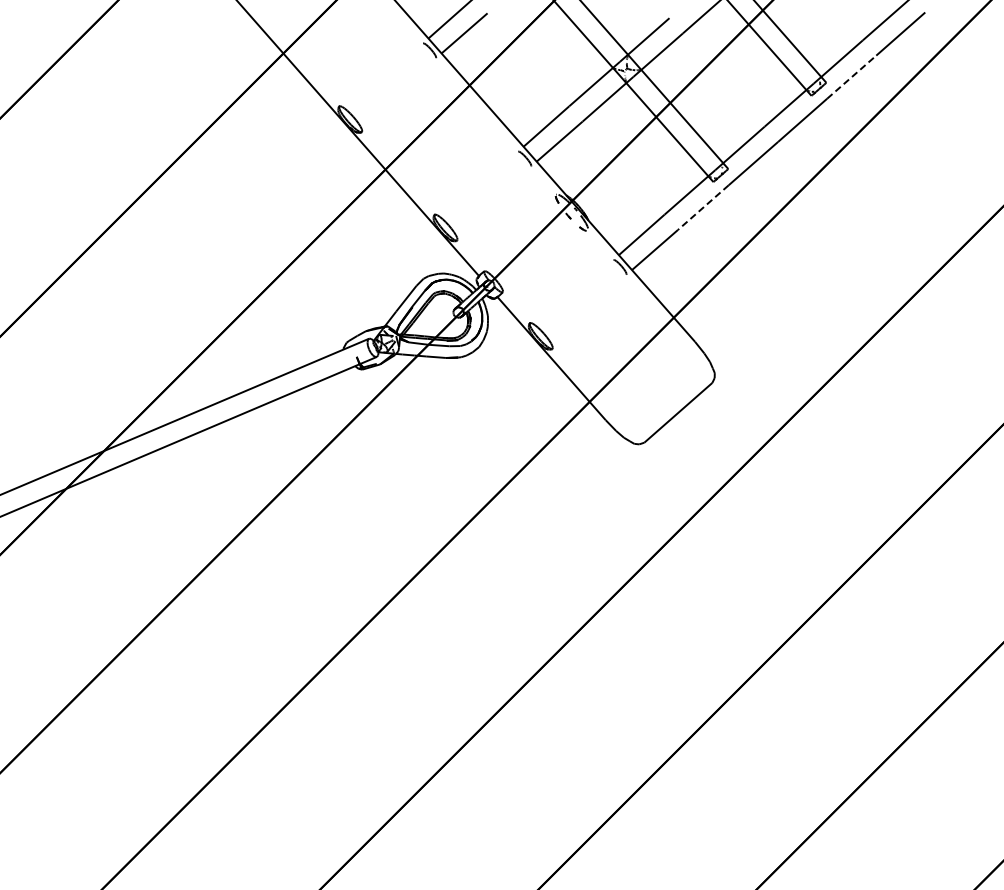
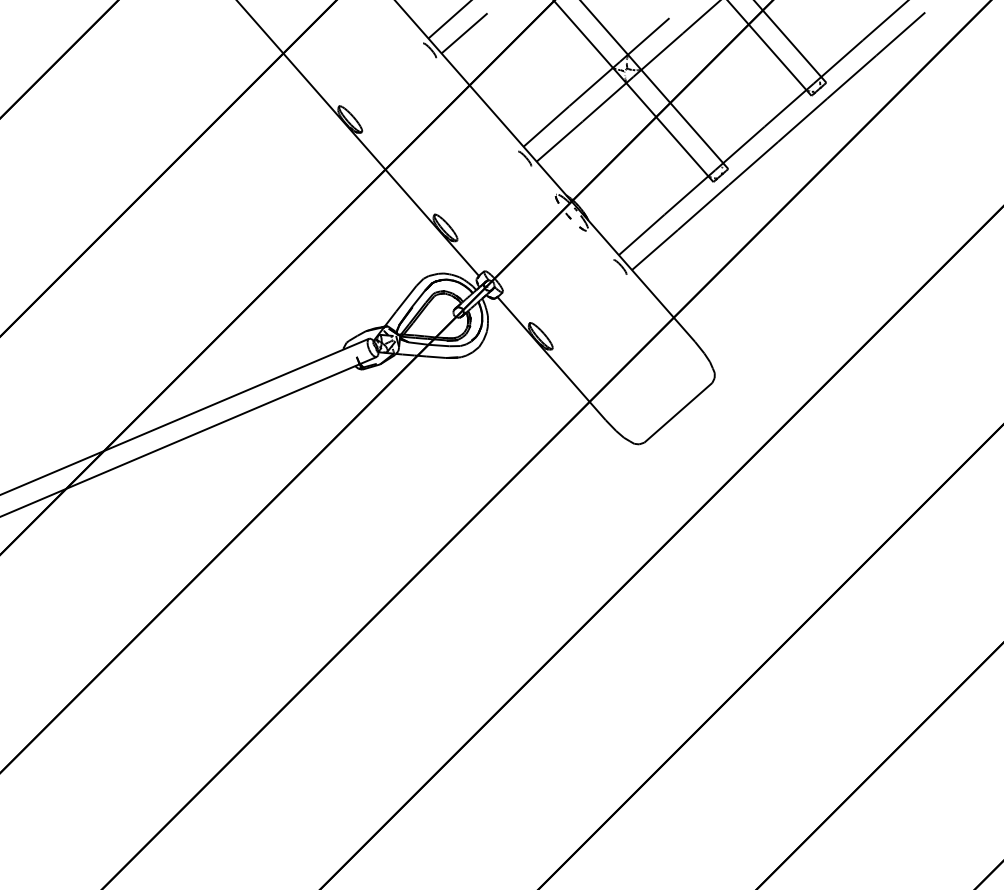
line at (851, 77): dashed -> solid
line at (703, 207): dashed -> solid
